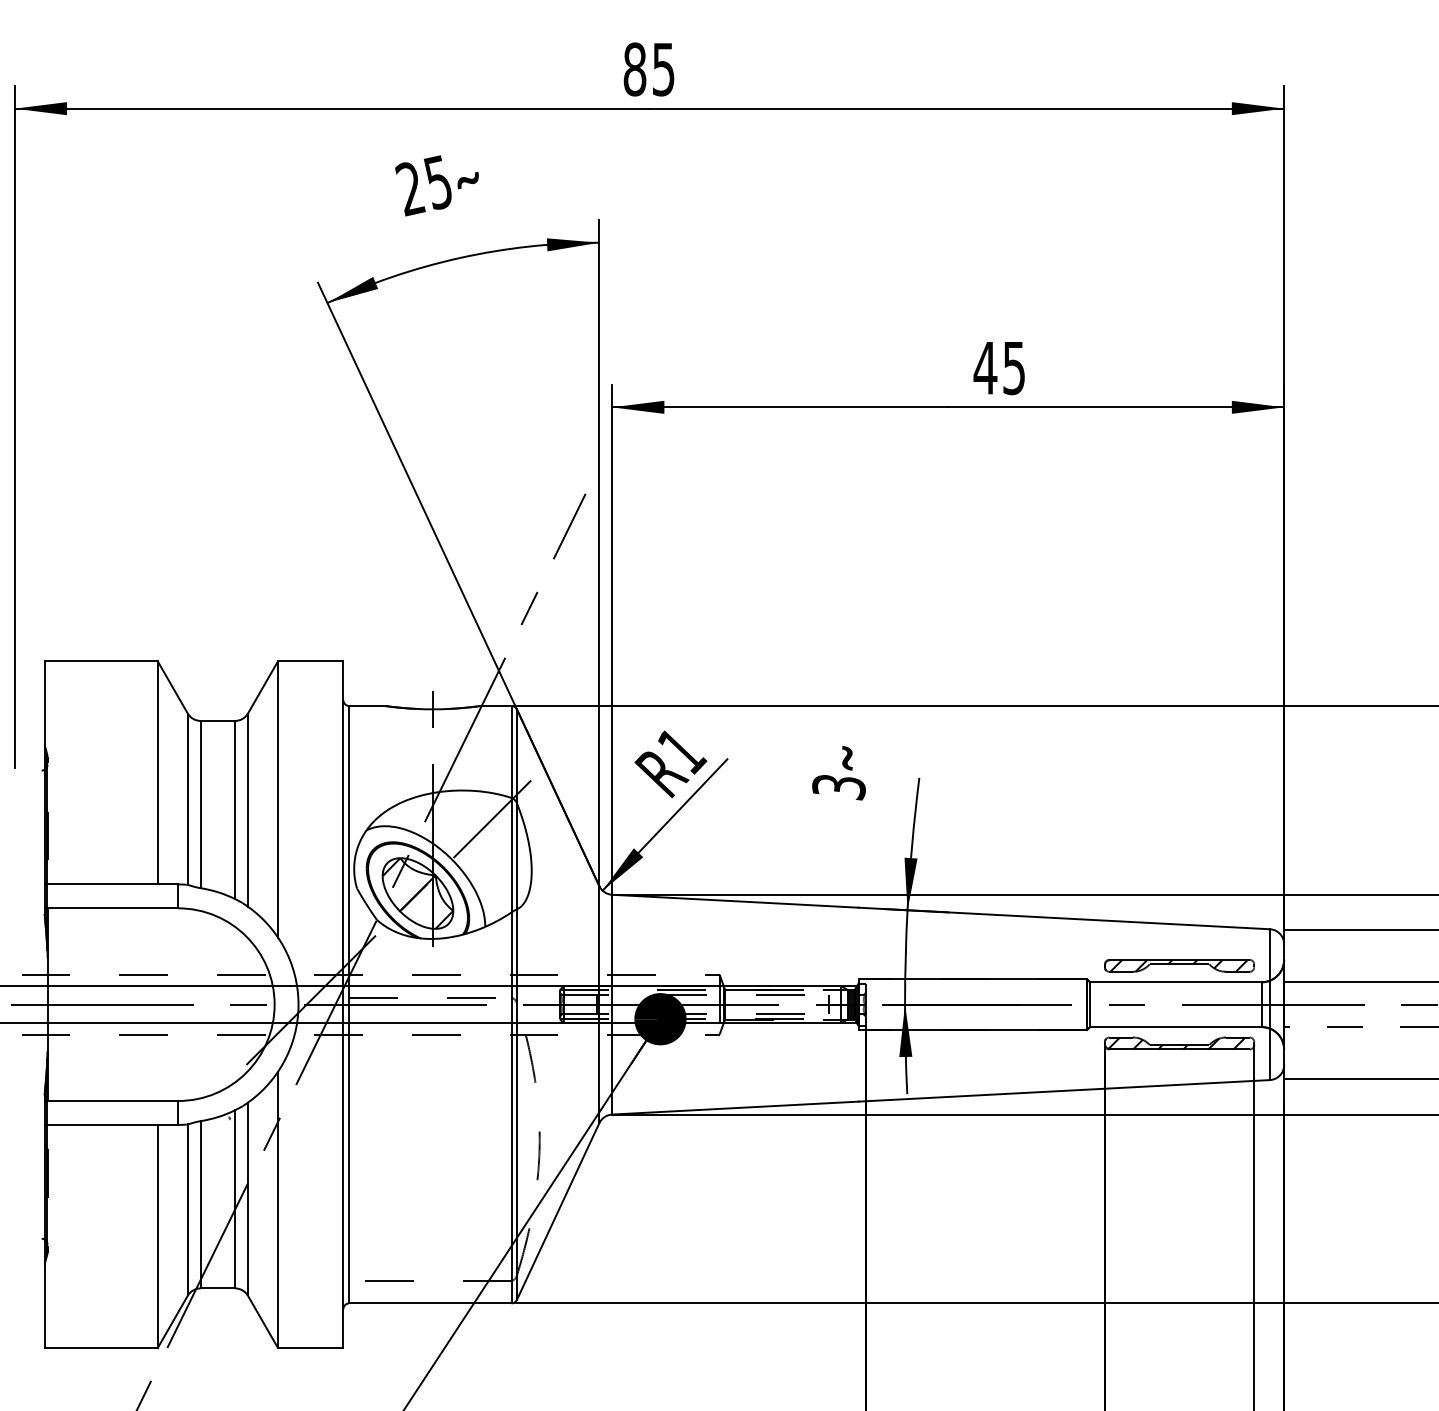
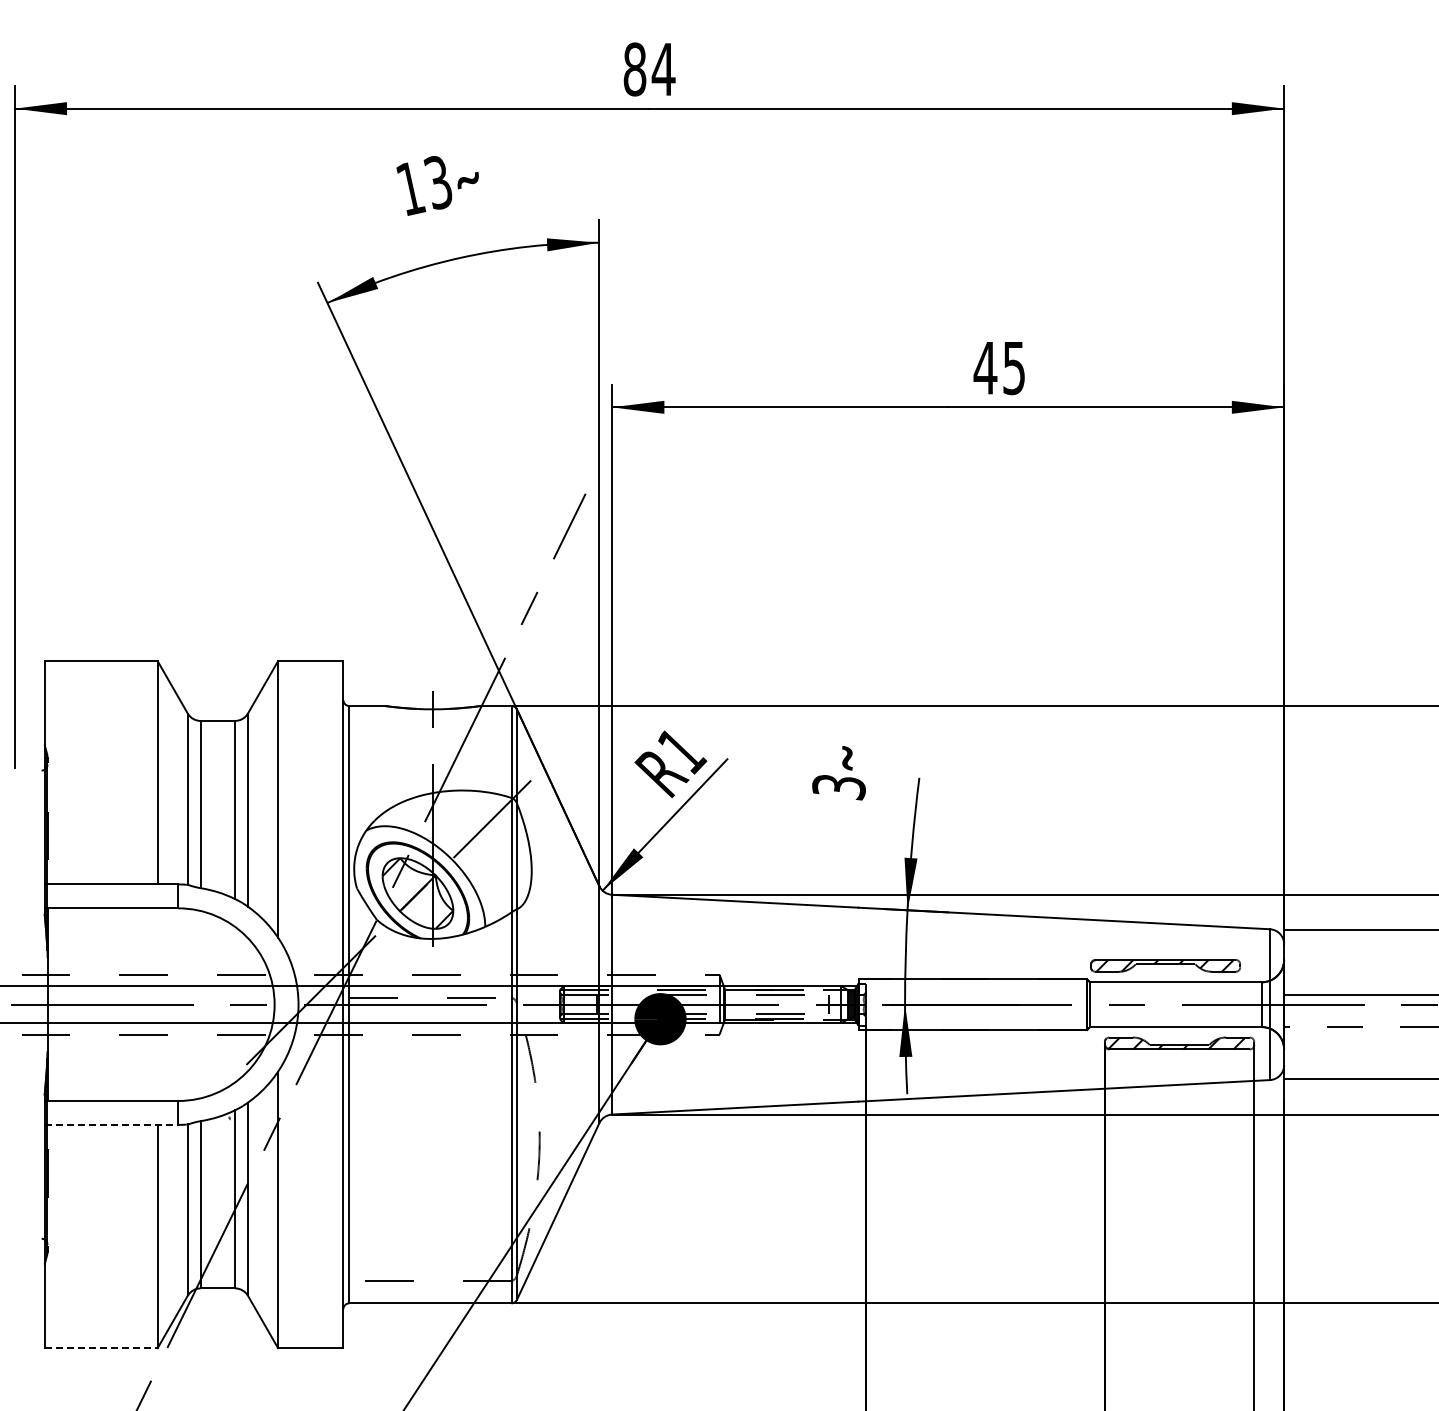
text at (663, 69): 85 -> 84
text at (423, 185): 25 -> 13
part at (1179, 965) position: (1179, 965) -> (1165, 965)
line at (1359, 982) position: (1359, 982) -> (1359, 995)
line at (111, 1124): solid -> dashed
line at (101, 1348): solid -> dashed
